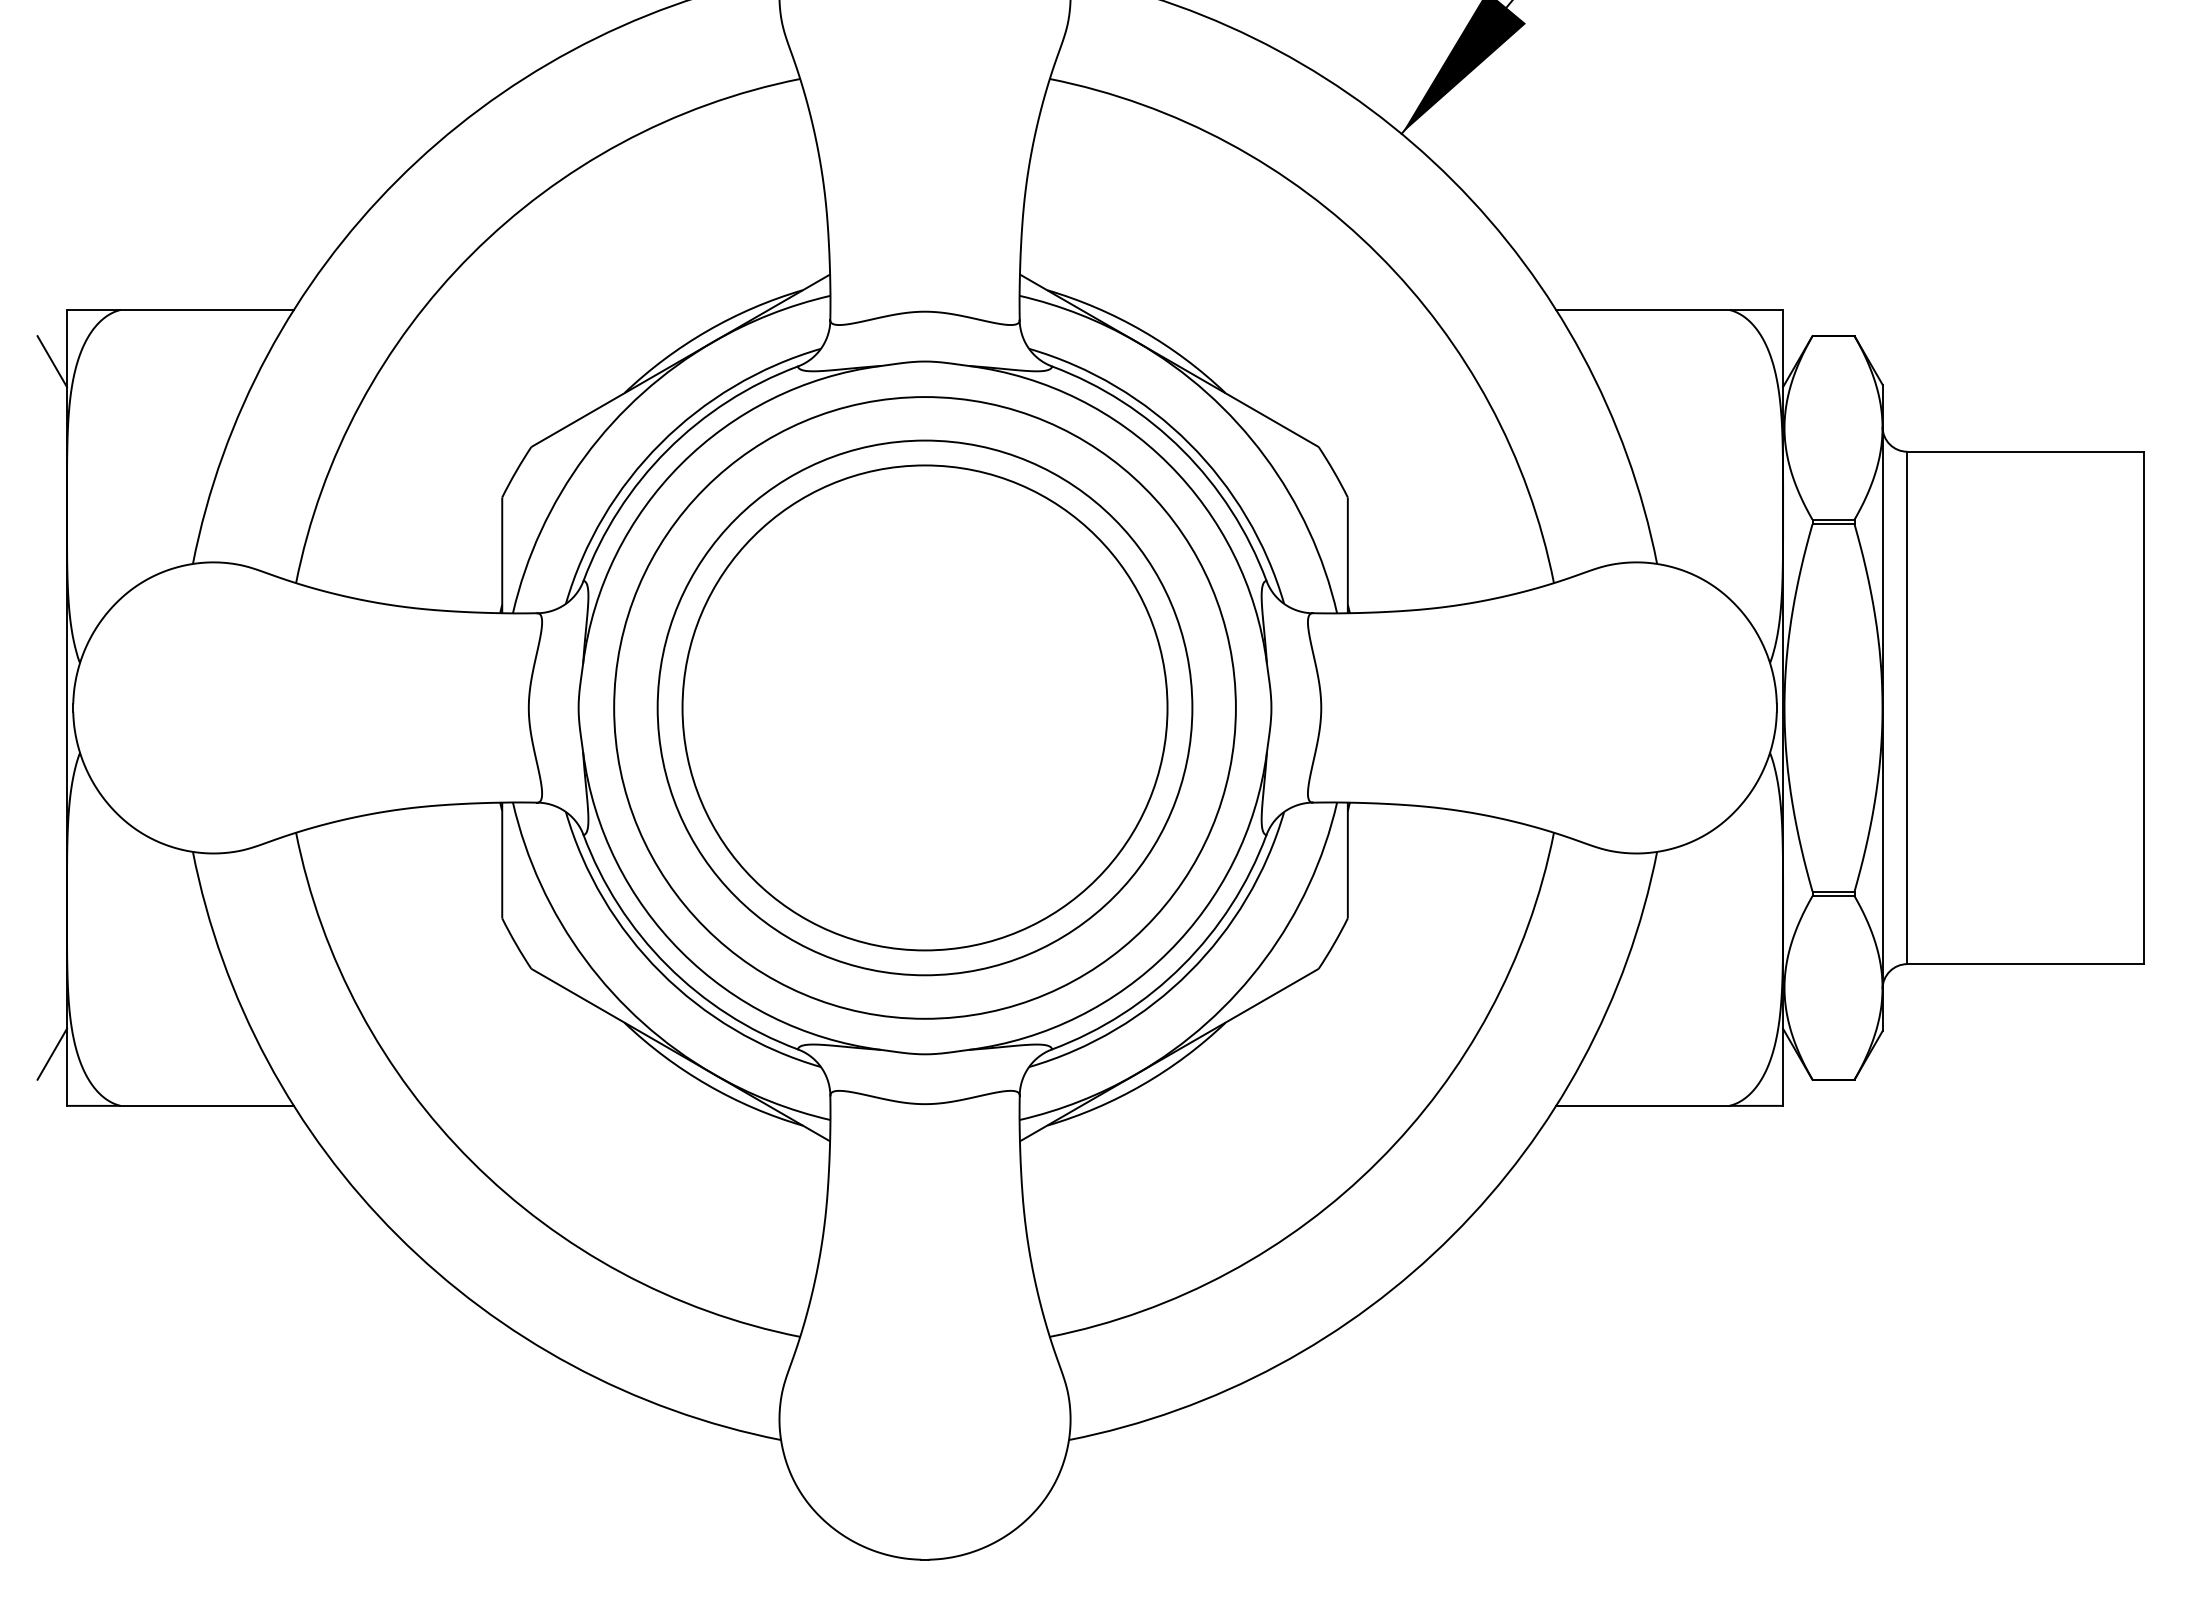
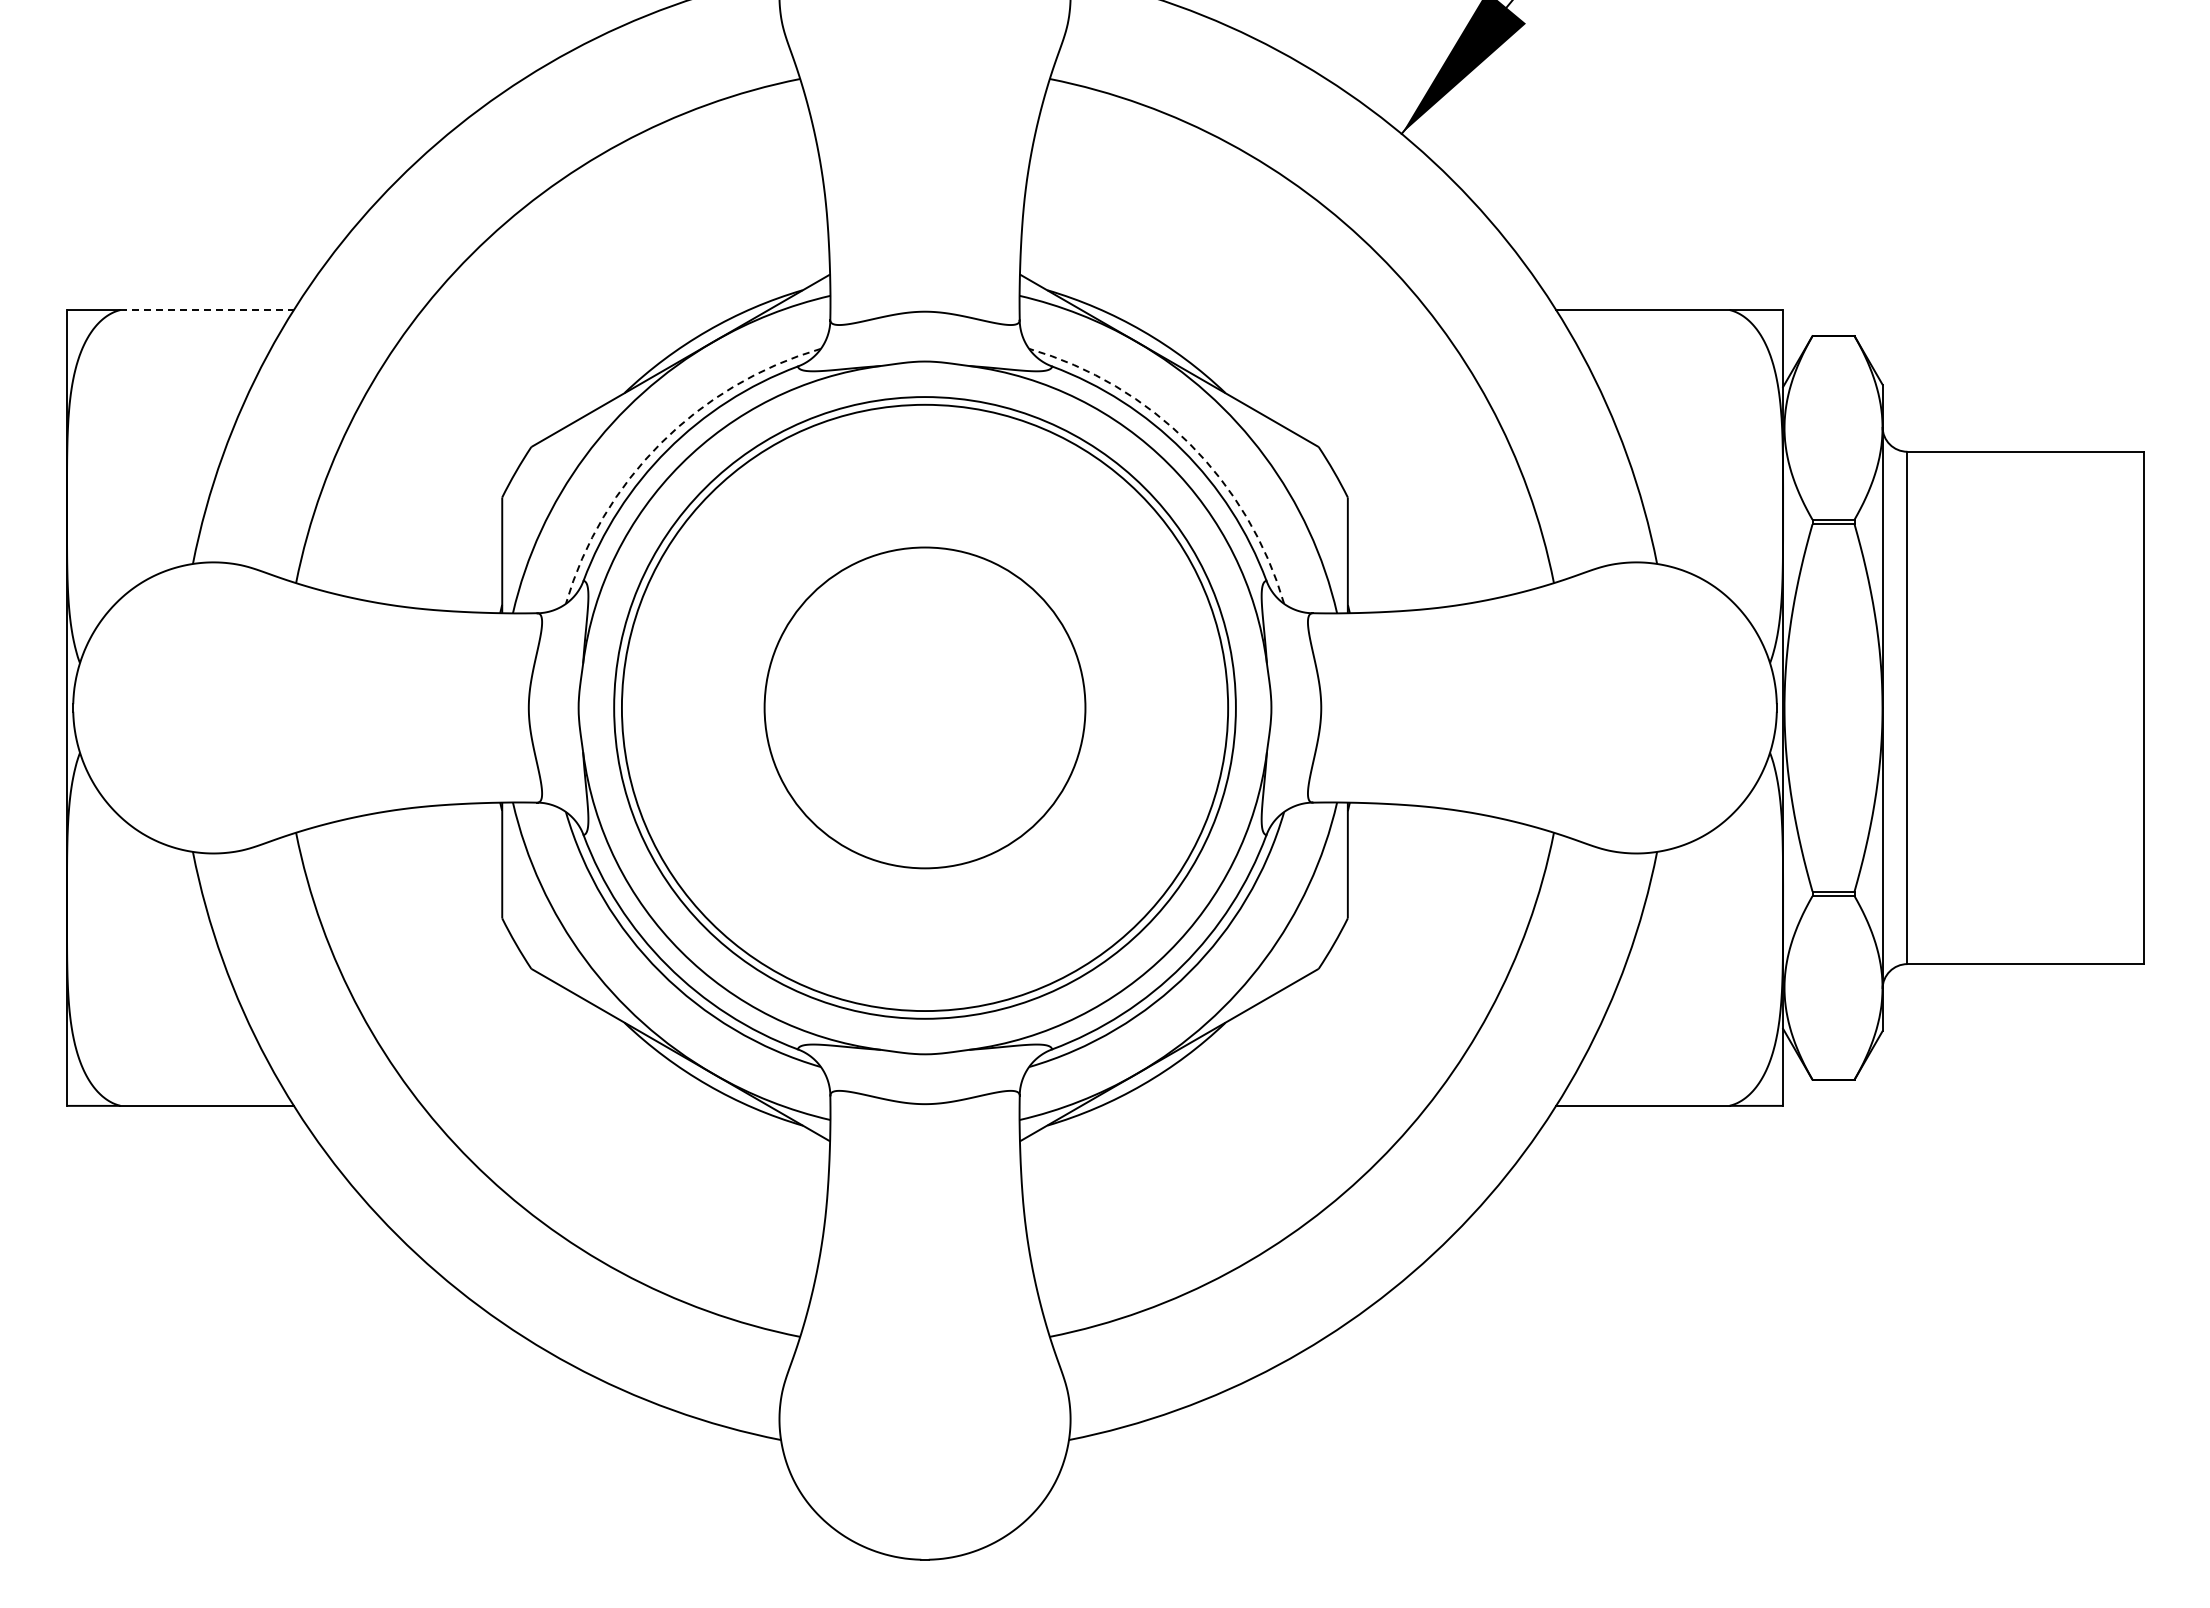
line at (207, 310): solid -> dashed
line at (52, 361): present -> none
arc at (660, 443): solid -> dashed
arc at (1189, 443): solid -> dashed
circle at (924, 707) diameter: 485 px -> 606 px
circle at (924, 707) diameter: 535 px -> 321 px
line at (52, 1053): present -> none
